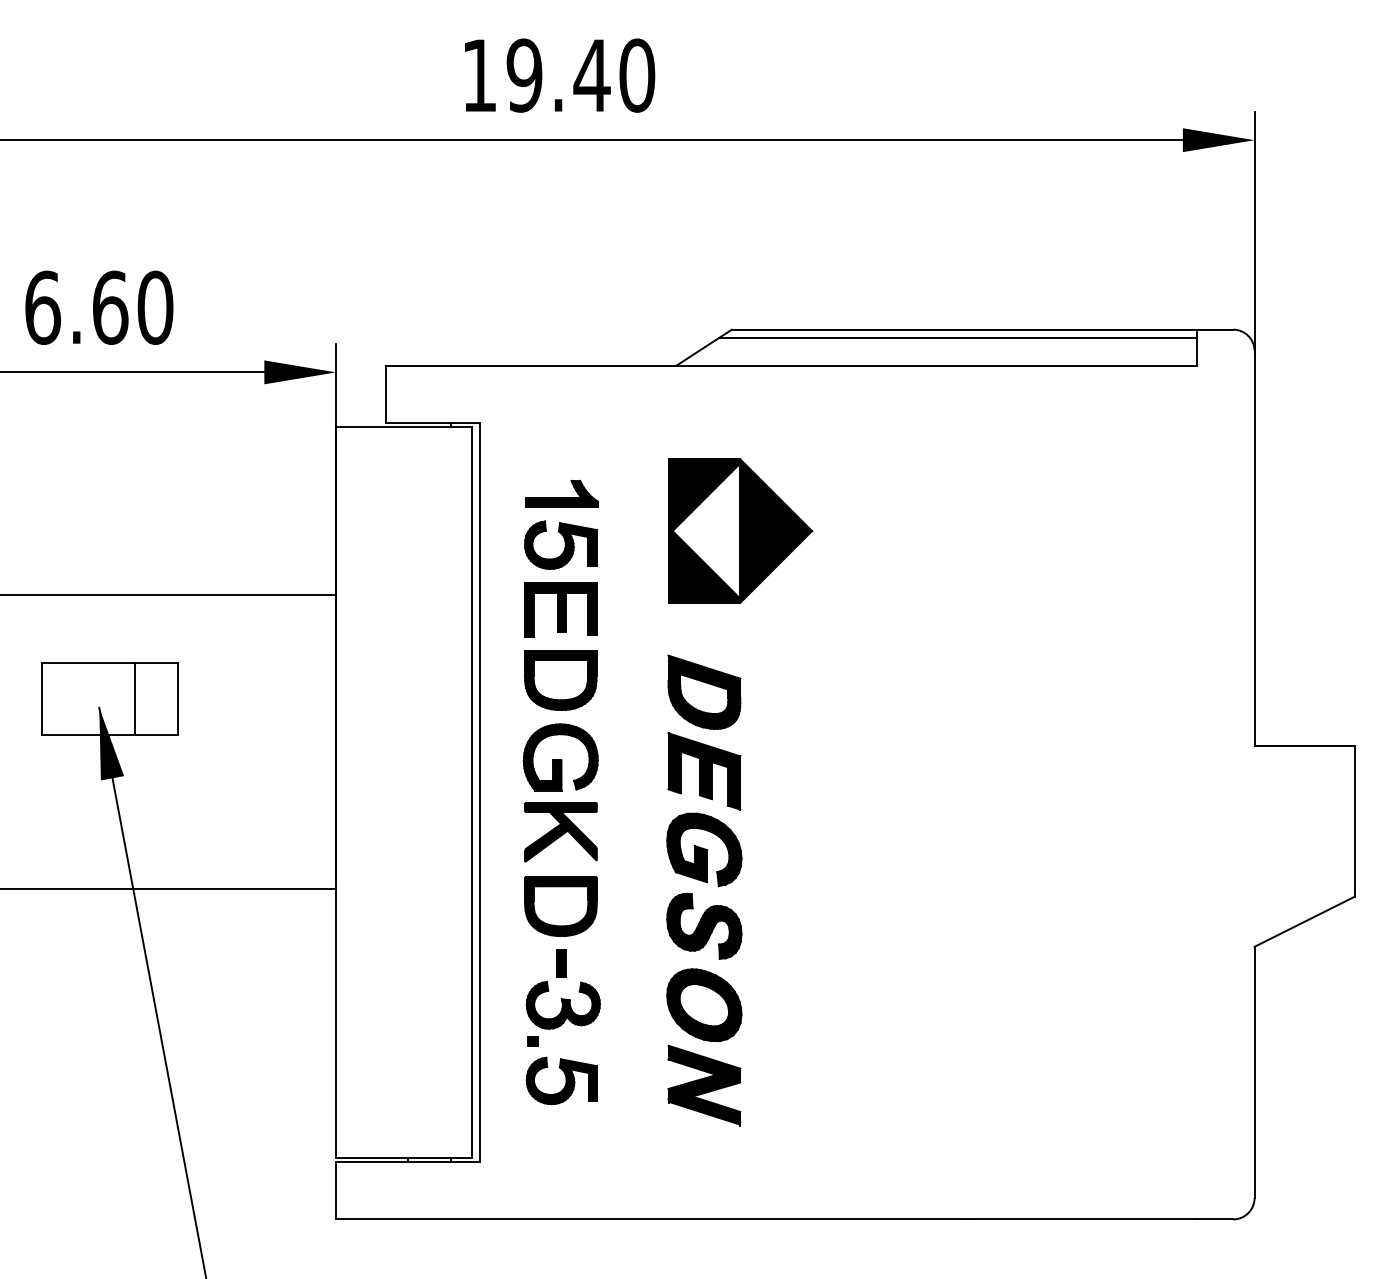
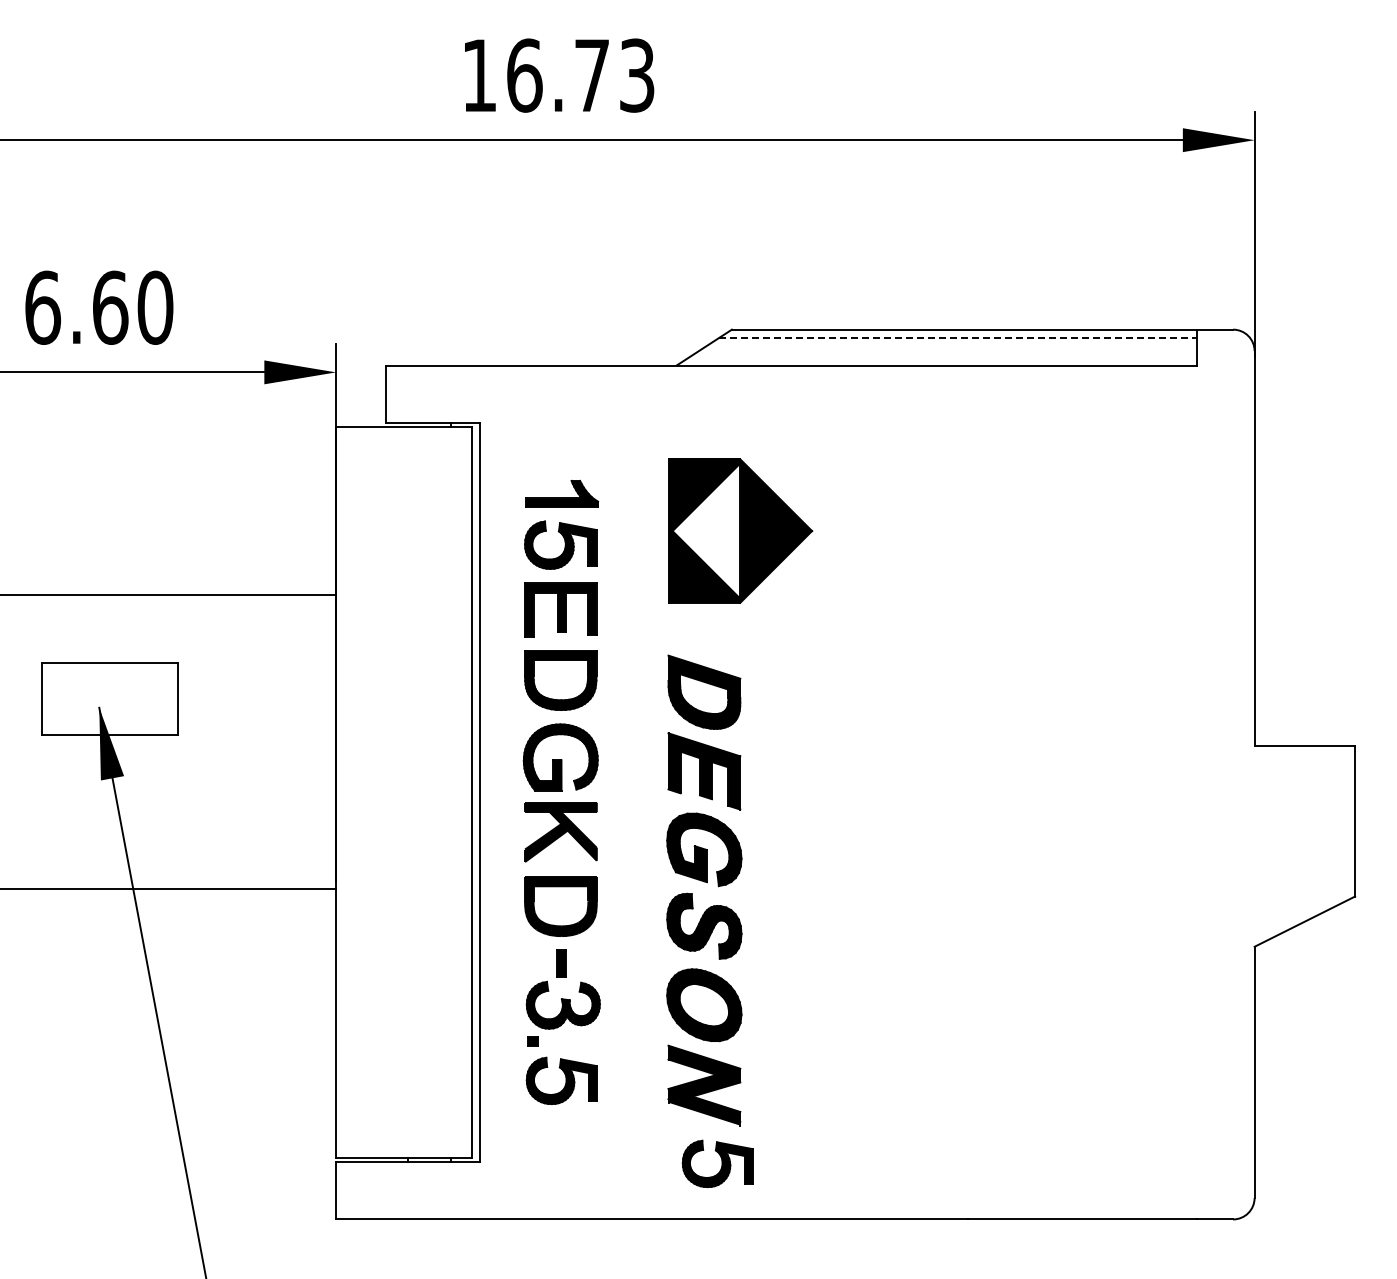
text at (580, 75): 19.40 -> 16.73
line at (958, 338): solid -> dashed
line at (135, 699): present -> none
part at (717, 1163): none -> present
